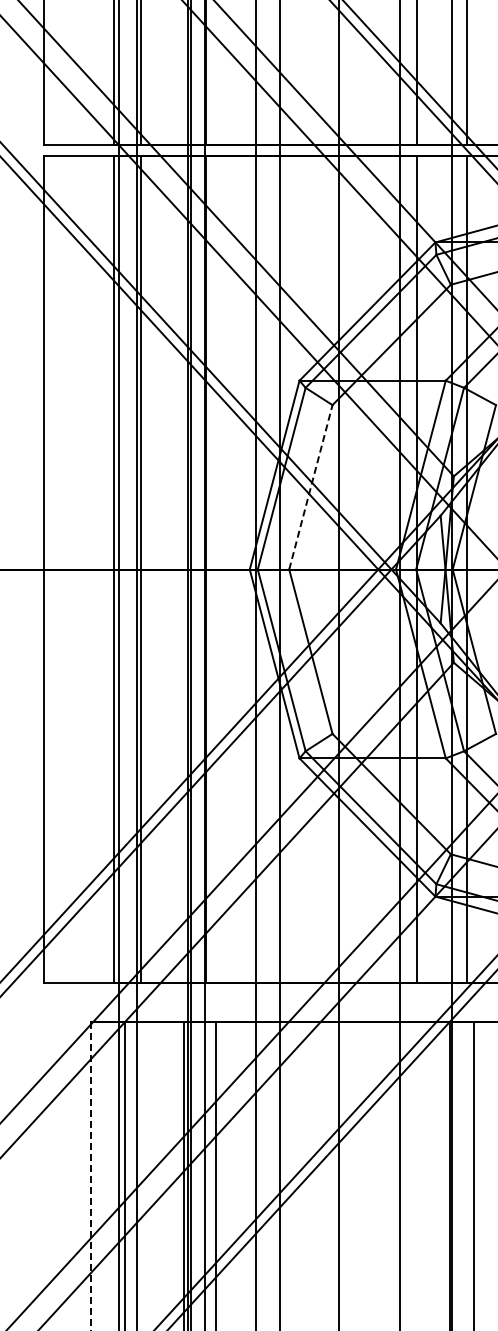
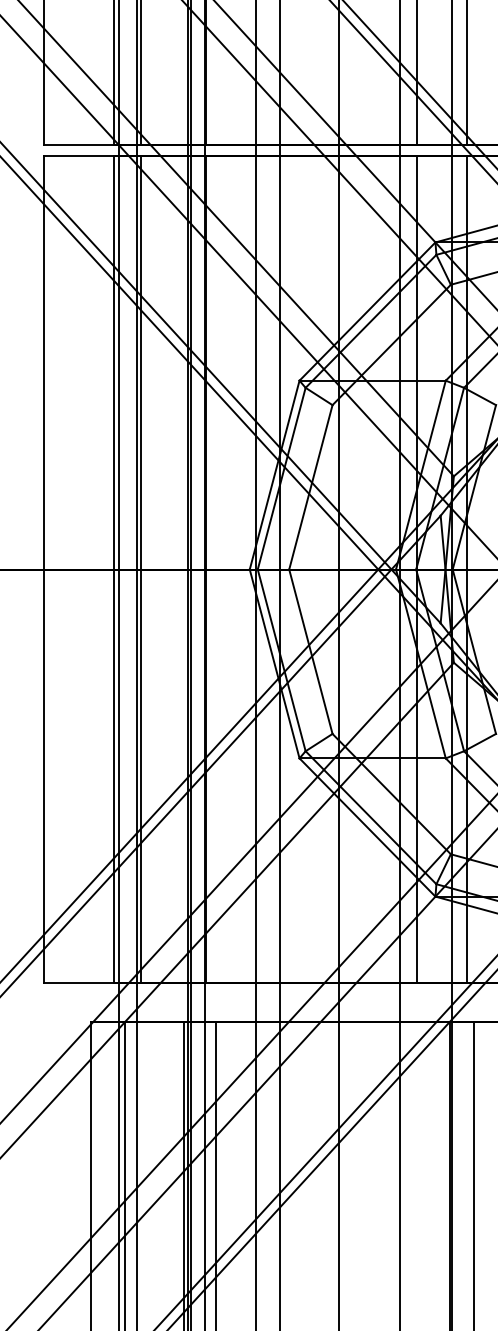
line at (311, 486): dashed -> solid
line at (90, 1177): dashed -> solid
